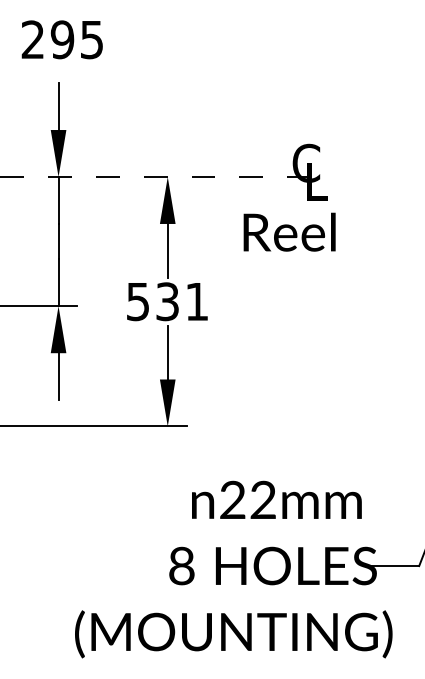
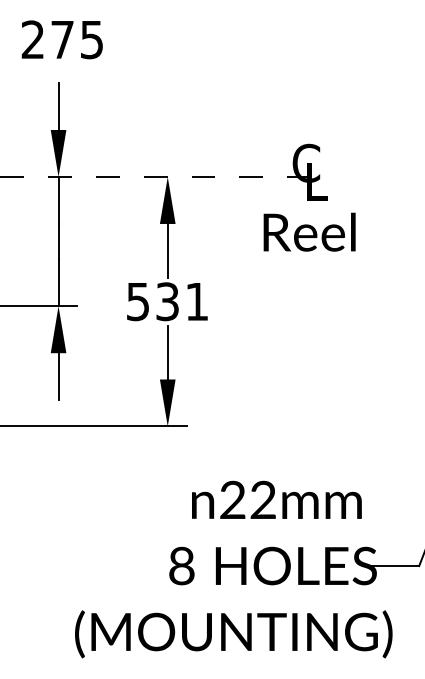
text at (62, 39): 295 -> 275
text at (289, 231) position: (289, 231) -> (309, 231)
